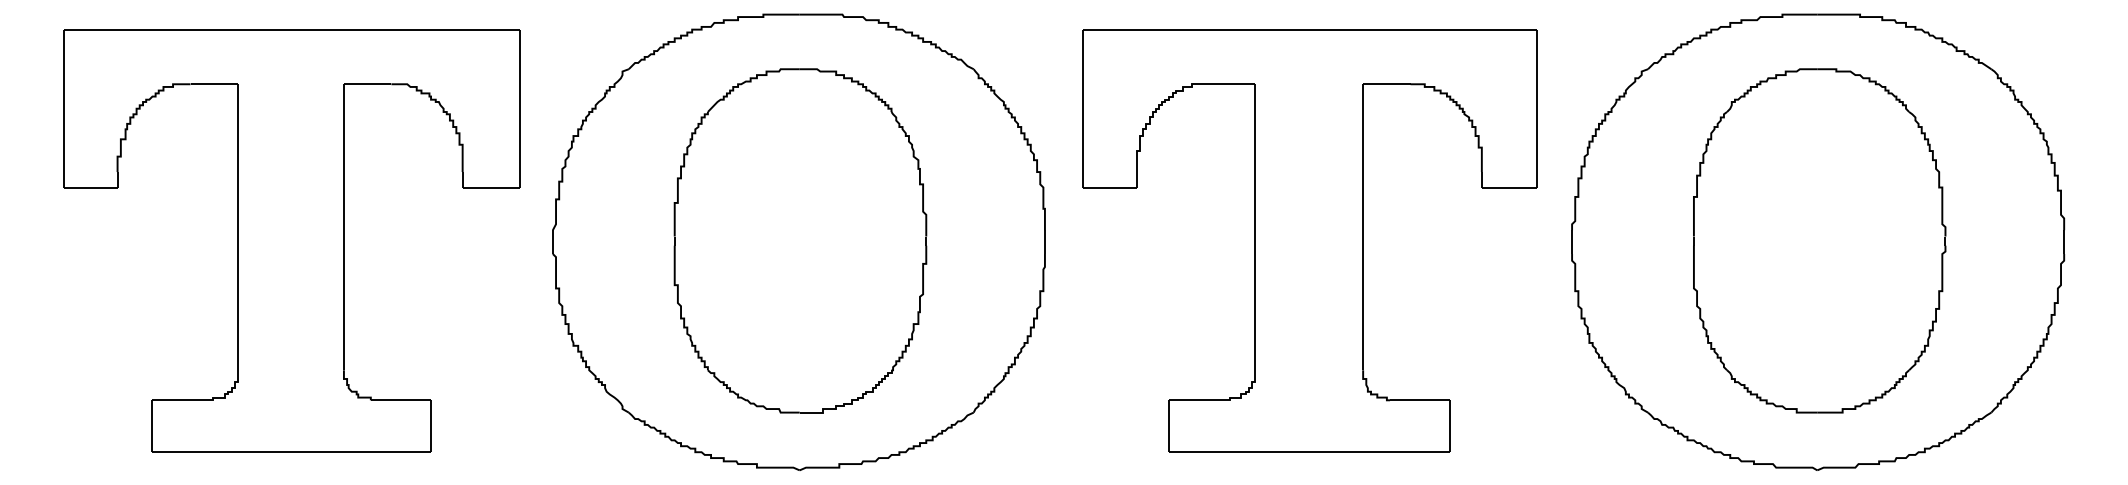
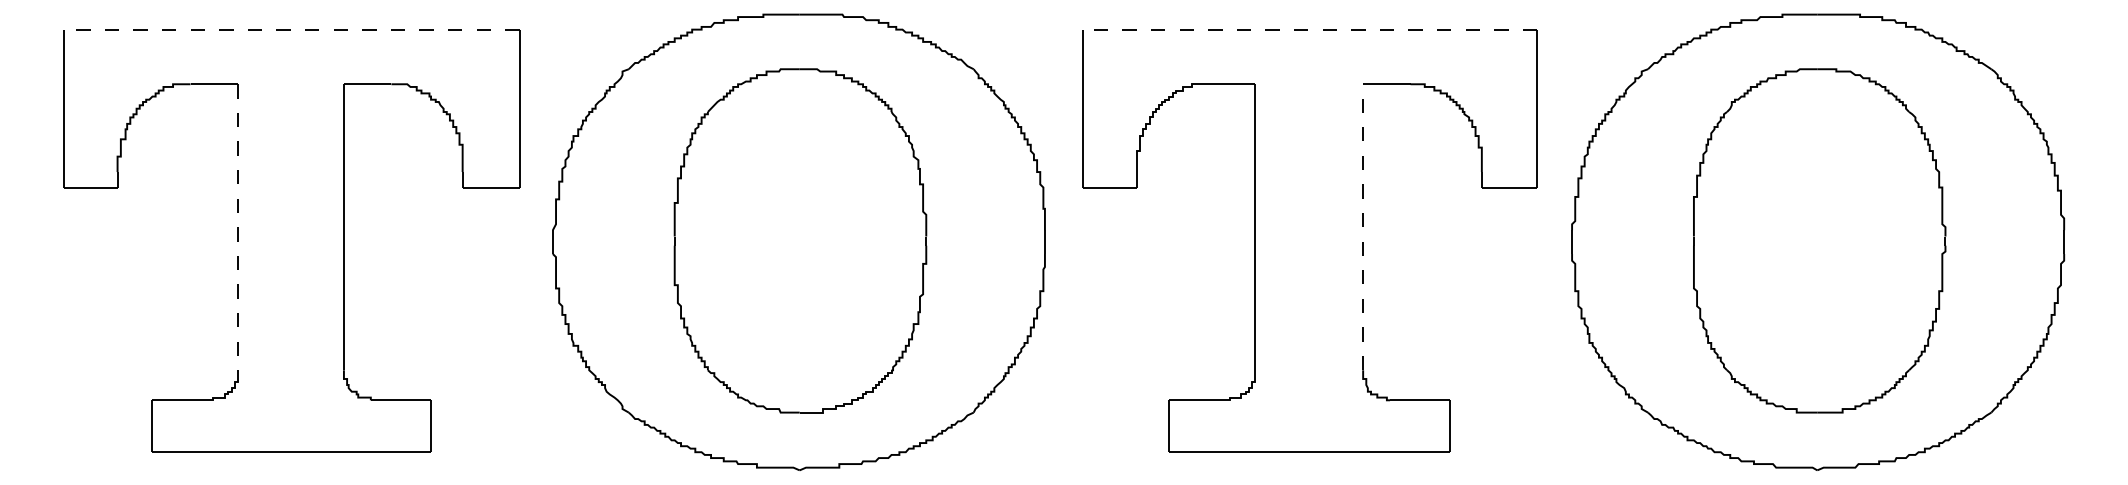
line at (291, 29): solid -> dashed
line at (1309, 29): solid -> dashed
line at (1363, 226): solid -> dashed
line at (237, 227): solid -> dashed
